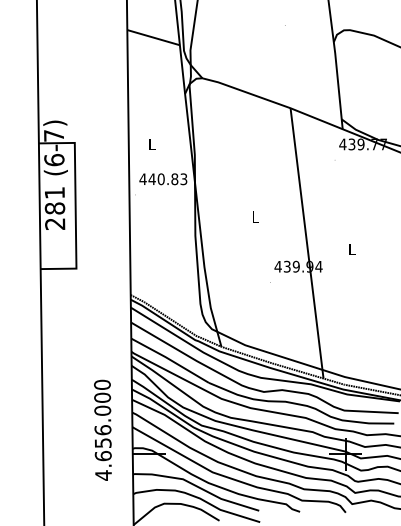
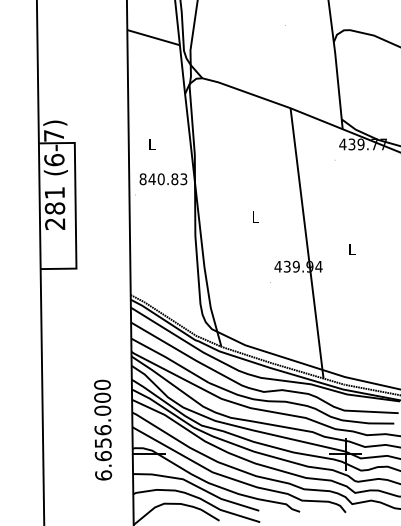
text at (142, 179): 440.83 -> 840.83
text at (103, 475): 4.656.000 -> 6.656.000
